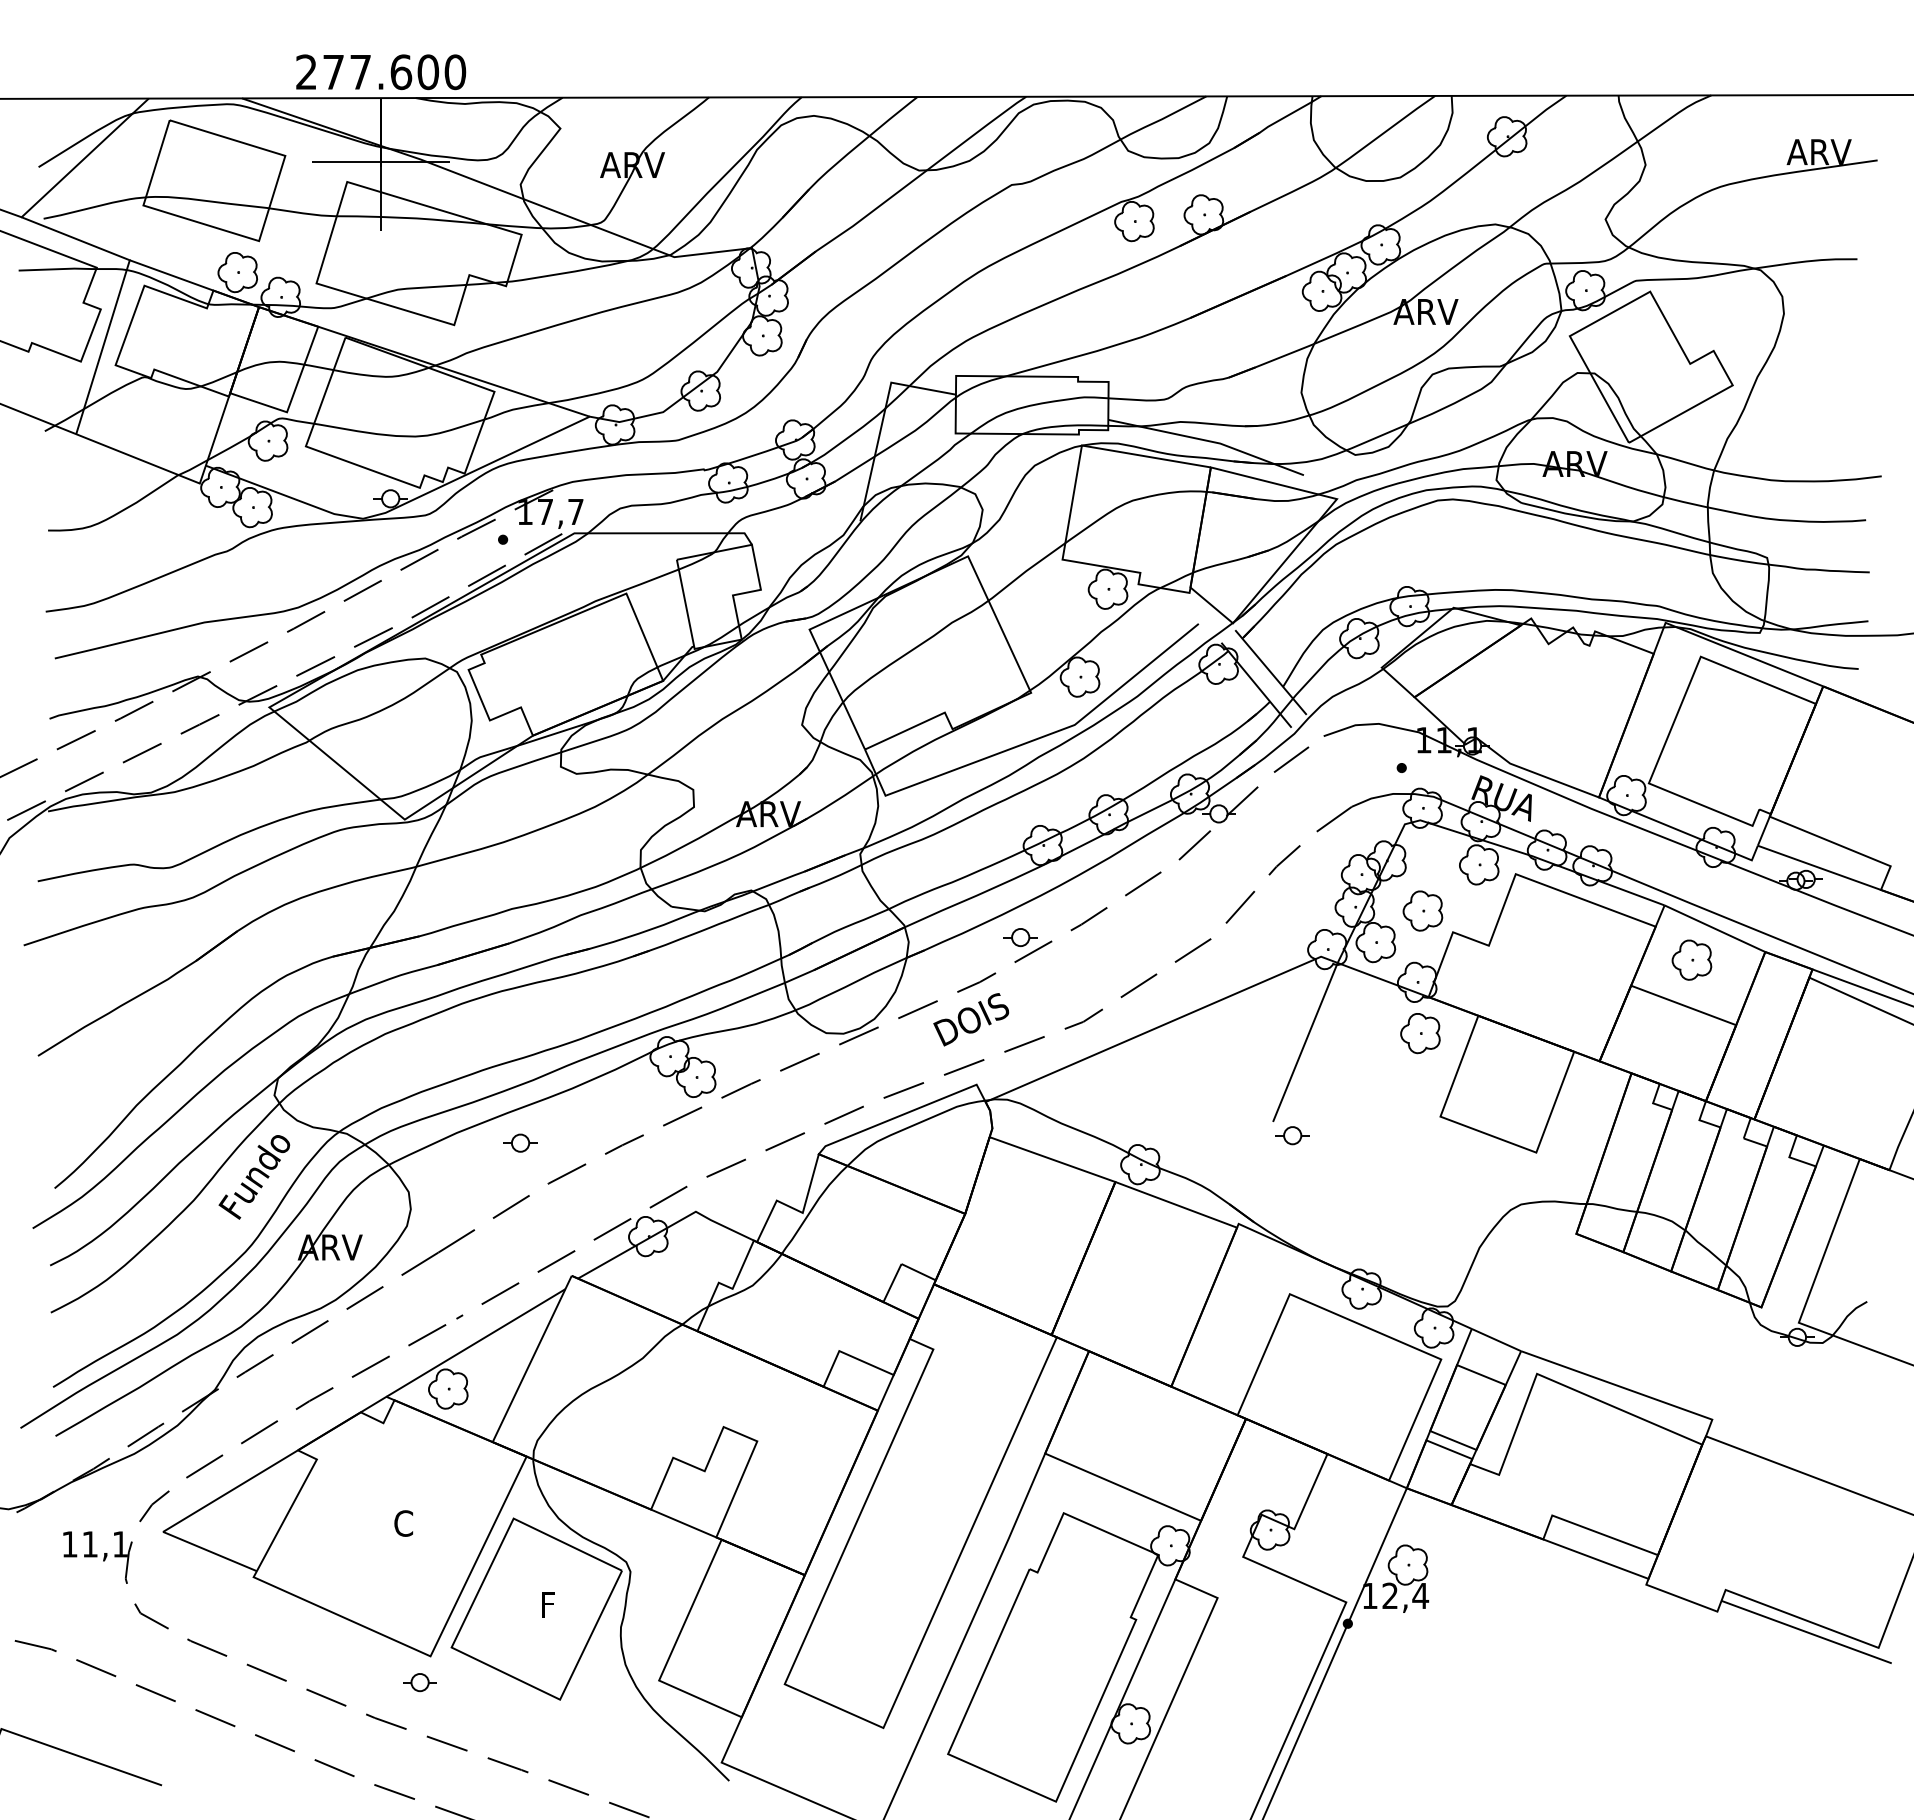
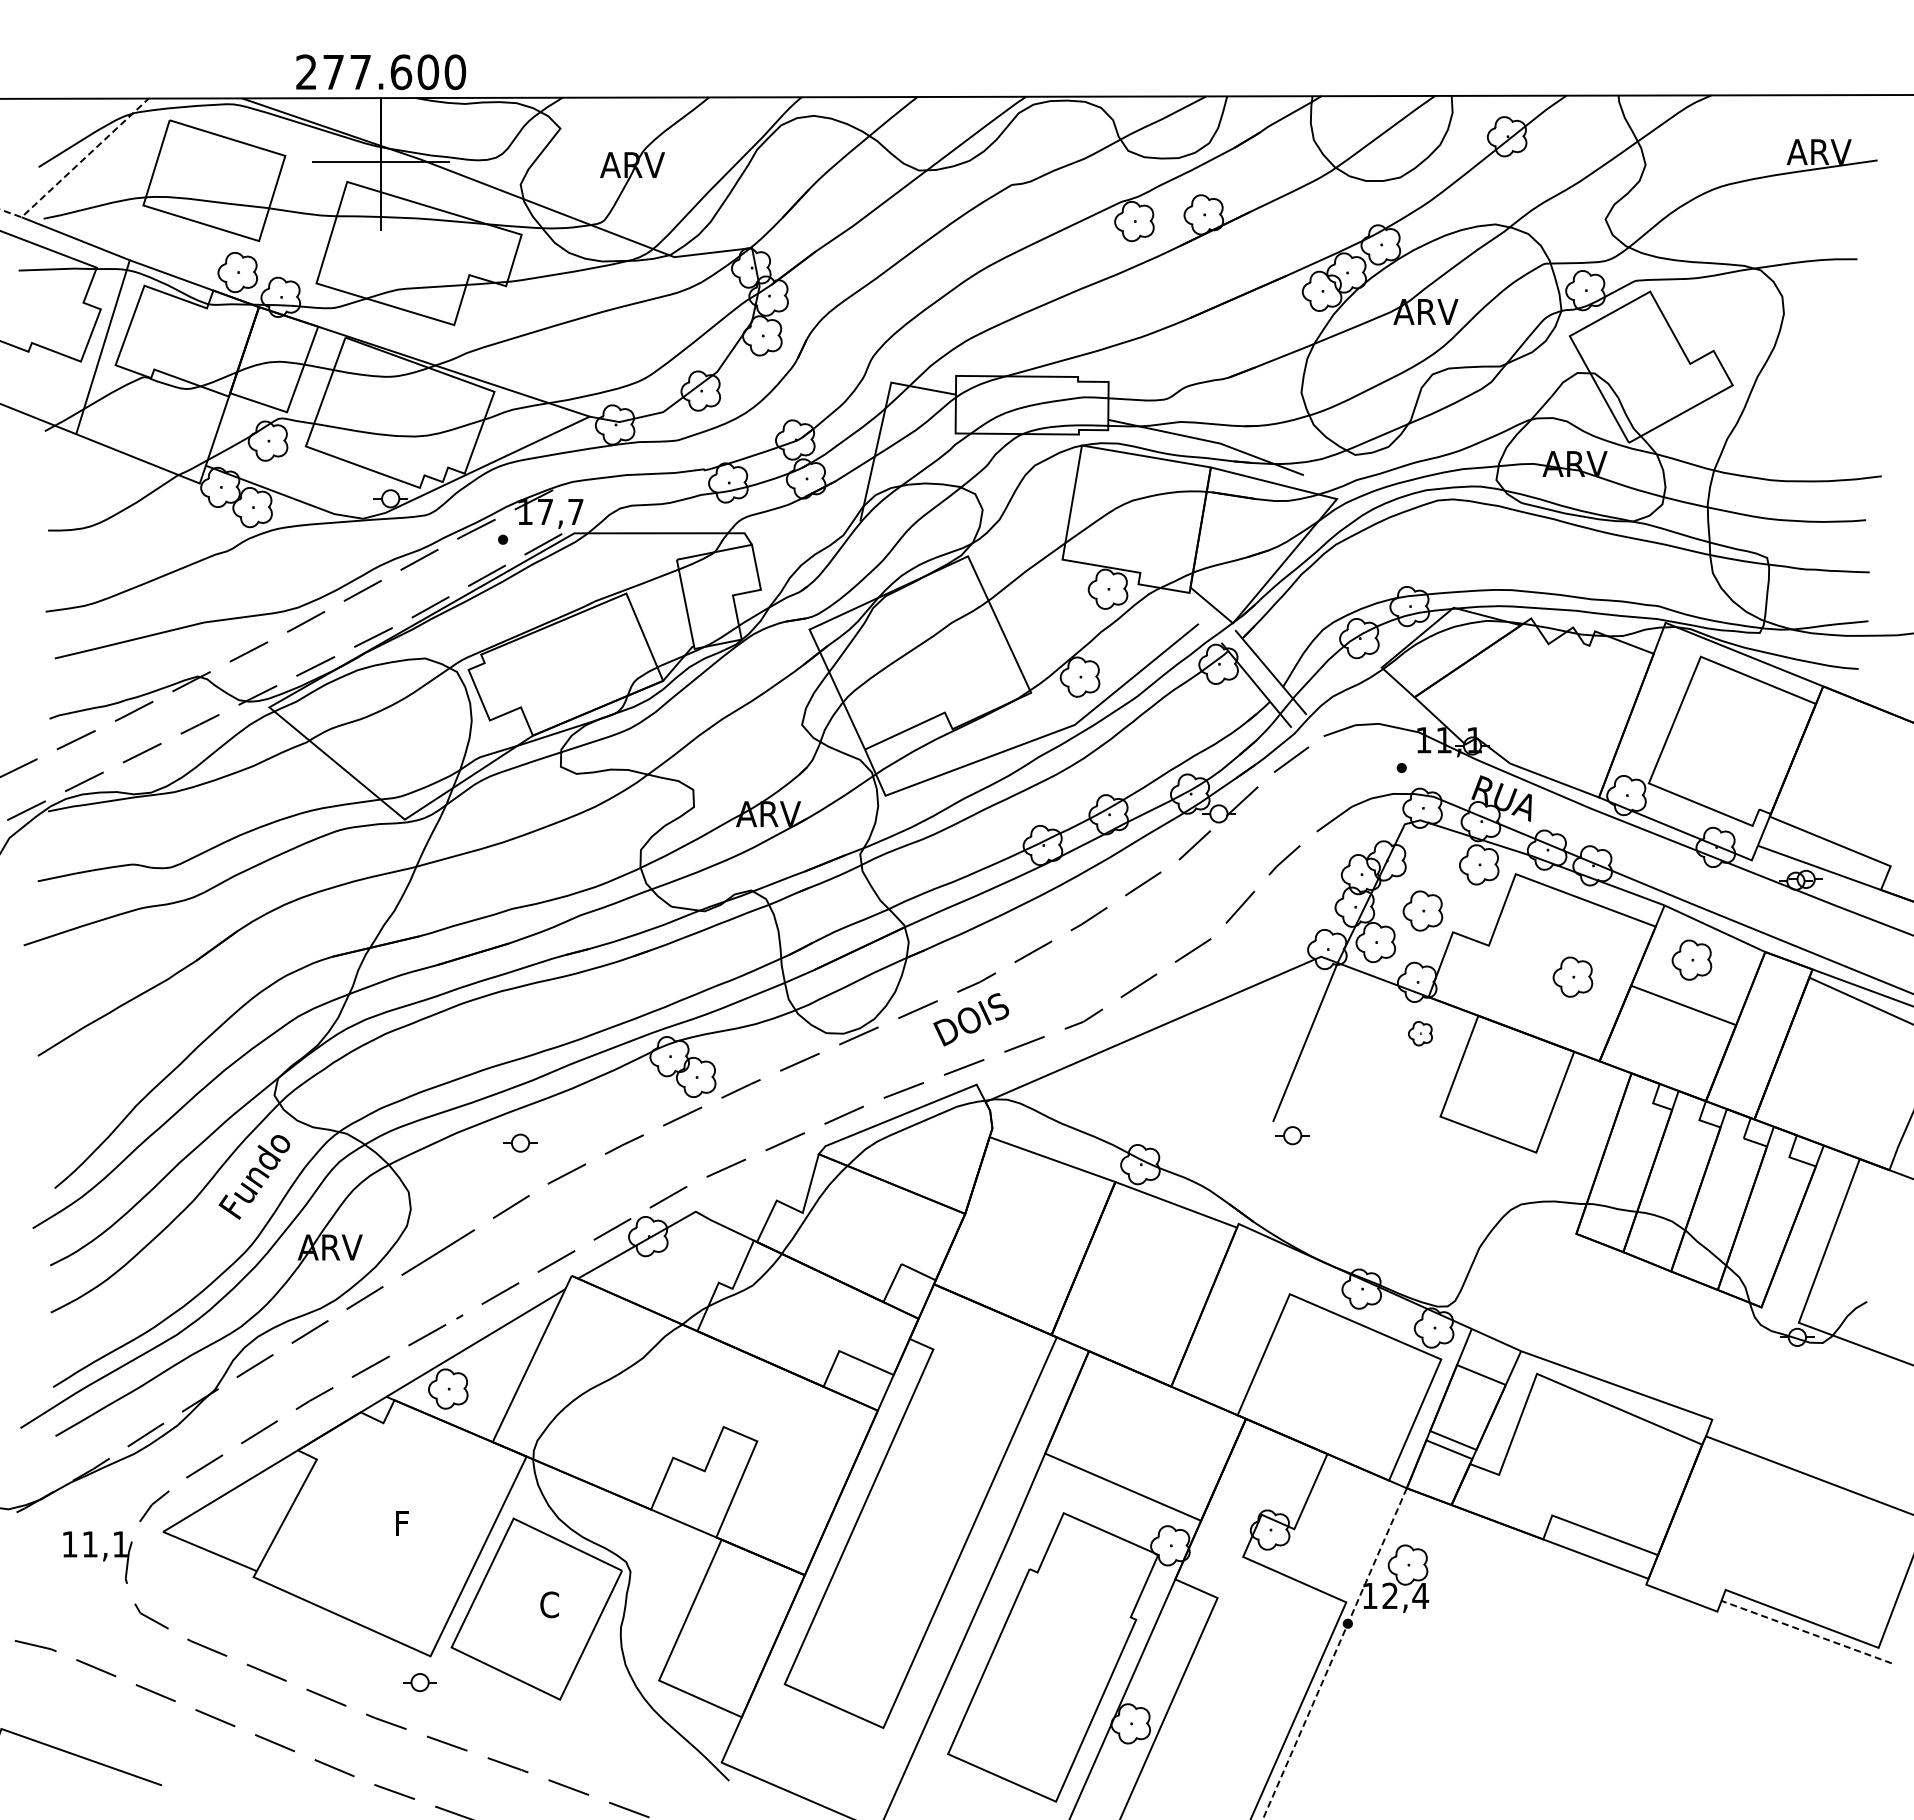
line at (76, 166): solid -> dashed
part at (1020, 937): present -> none
part at (1572, 976): none -> present
part at (1420, 1033) size: 41x42 px -> 25x26 px
text at (403, 1523): C -> F
text at (549, 1604): F -> C
line at (1806, 1632): solid -> dashed
line at (1334, 1654): solid -> dashed
